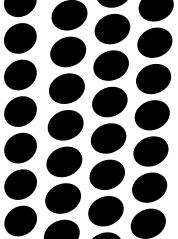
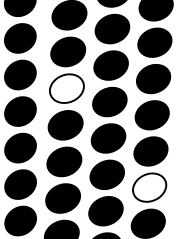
fill at (66, 88): present -> none
fill at (149, 187): present -> none
